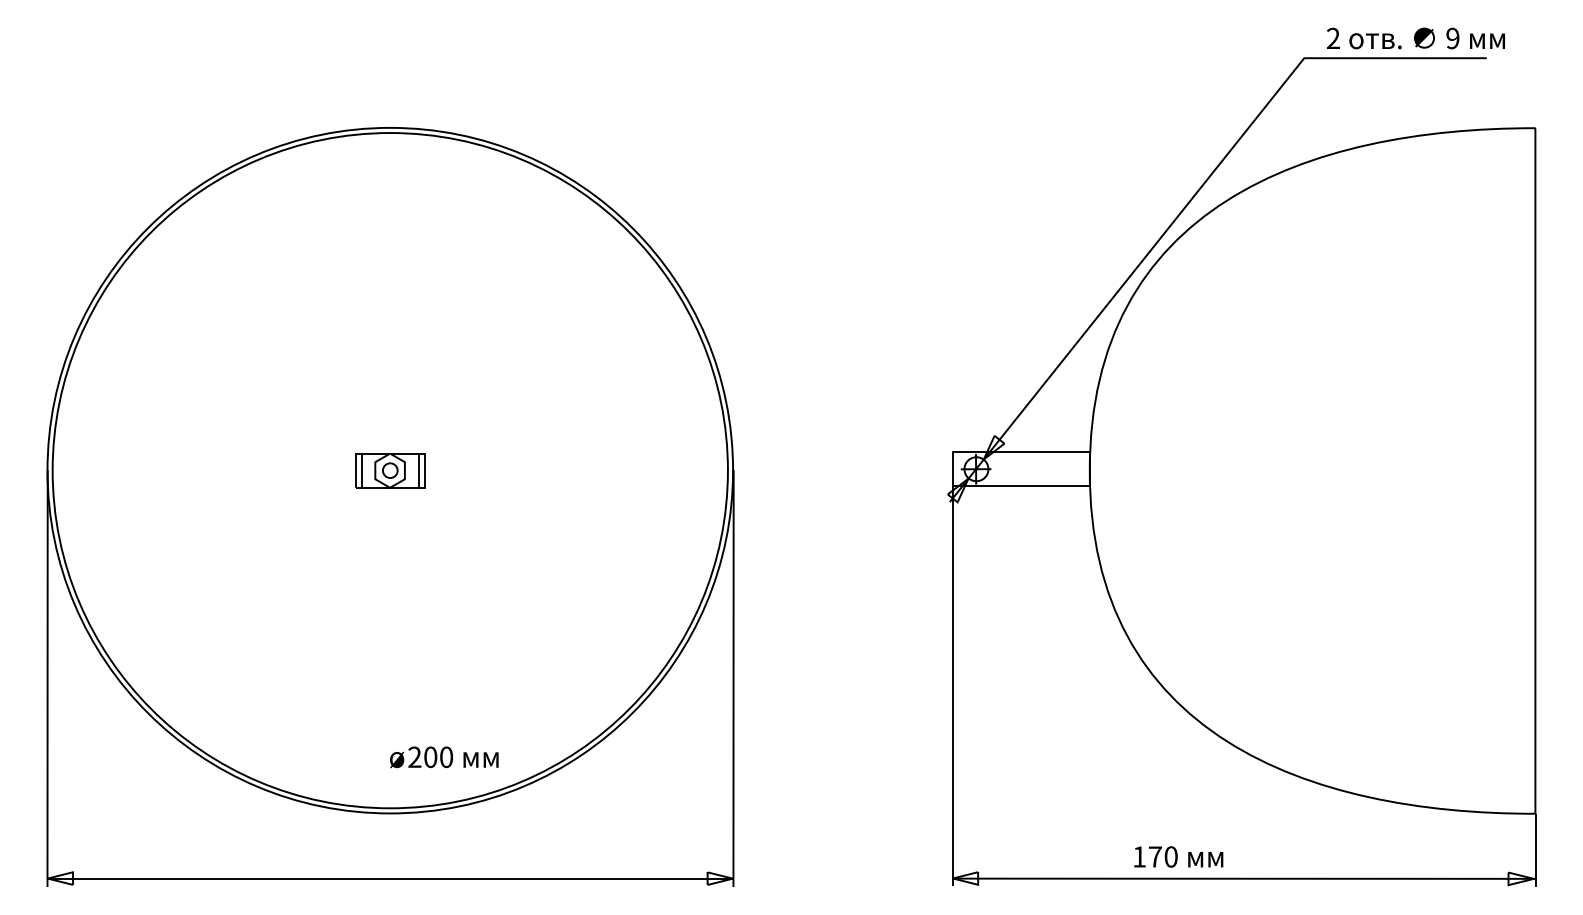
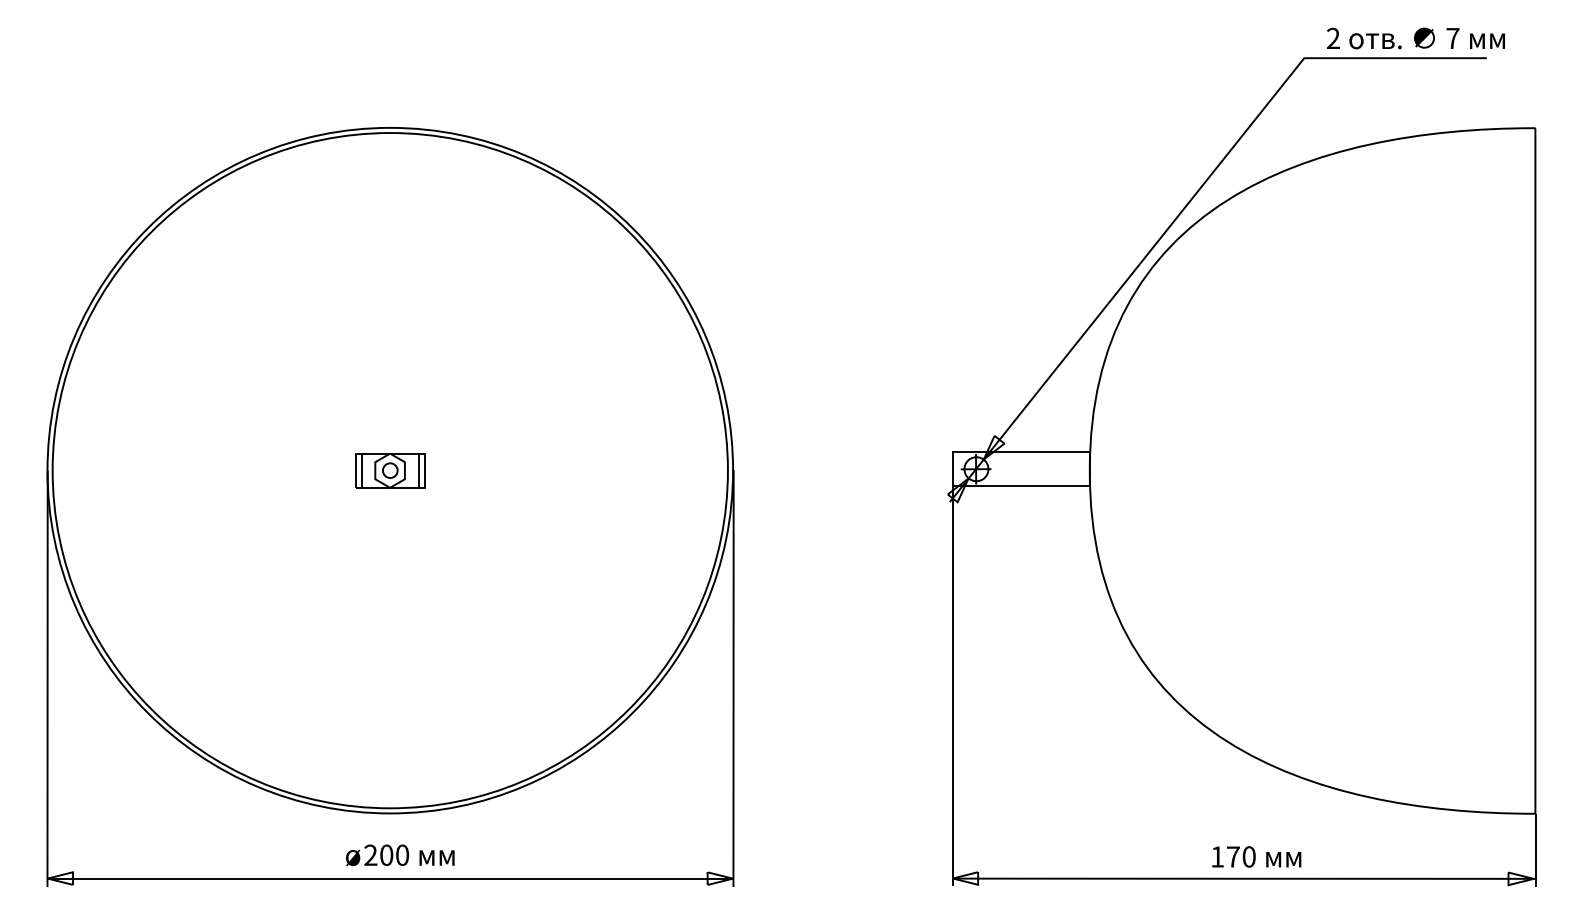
text at (1452, 38): 9 -> 7
text at (444, 757) position: (444, 757) -> (400, 855)
text at (1178, 856) position: (1178, 856) -> (1256, 856)
